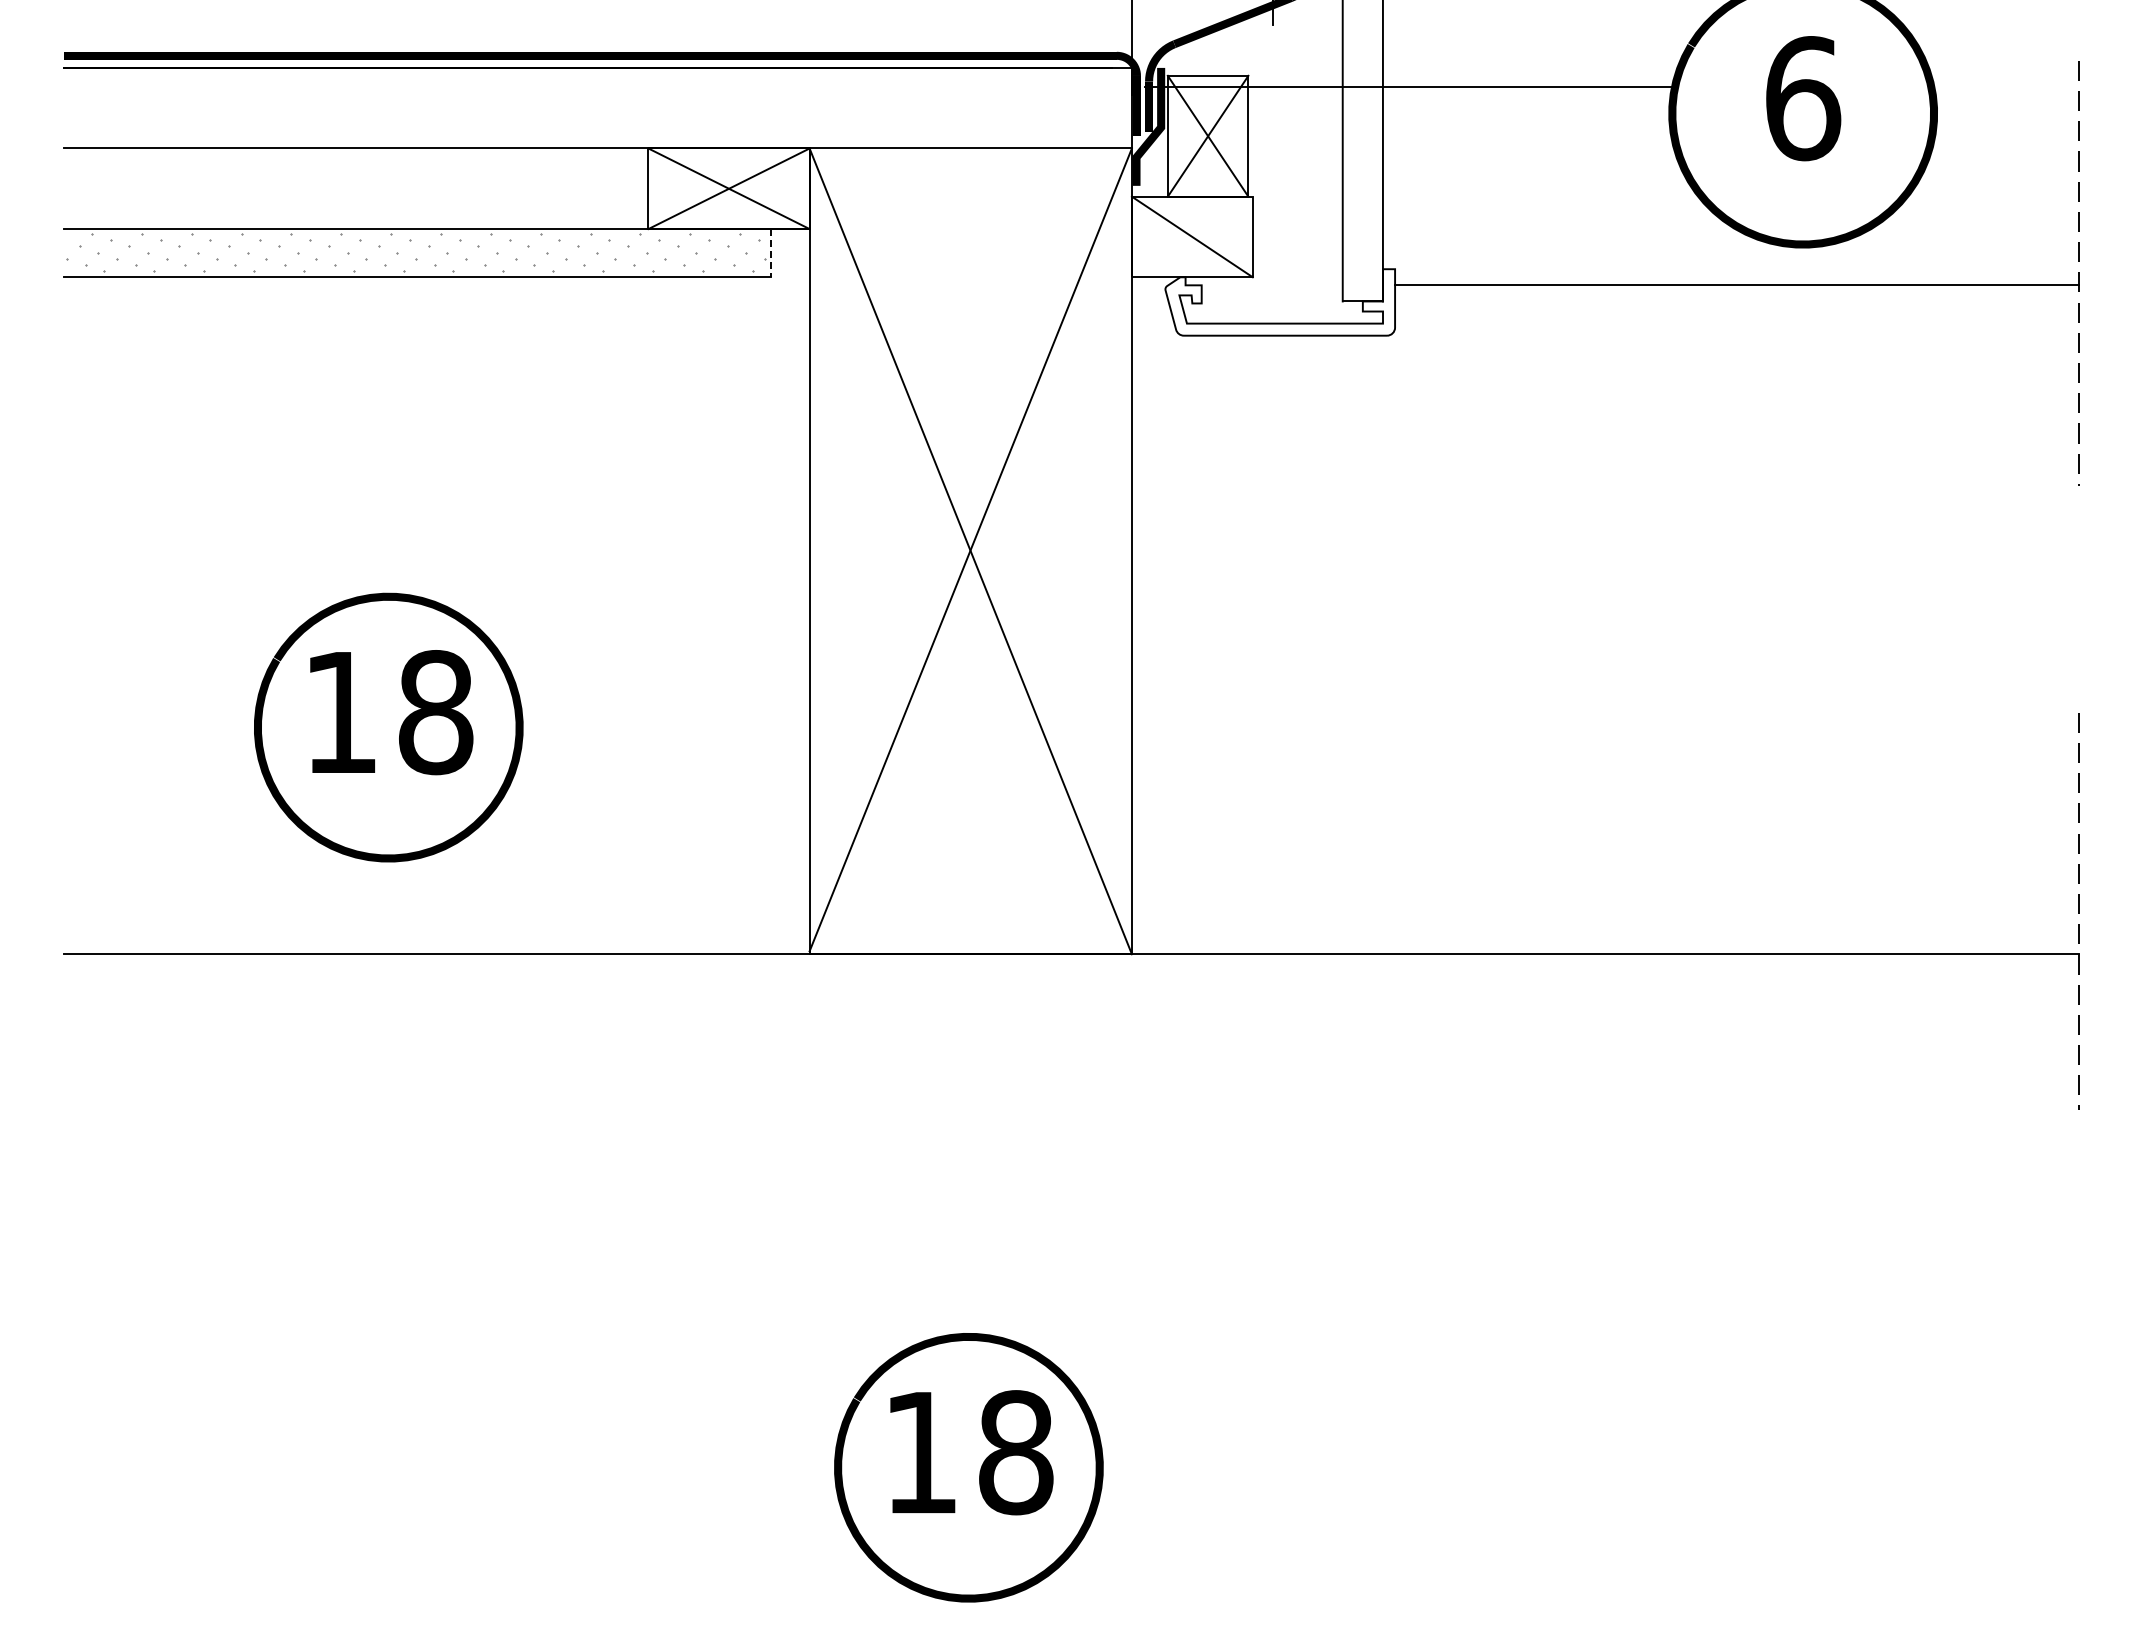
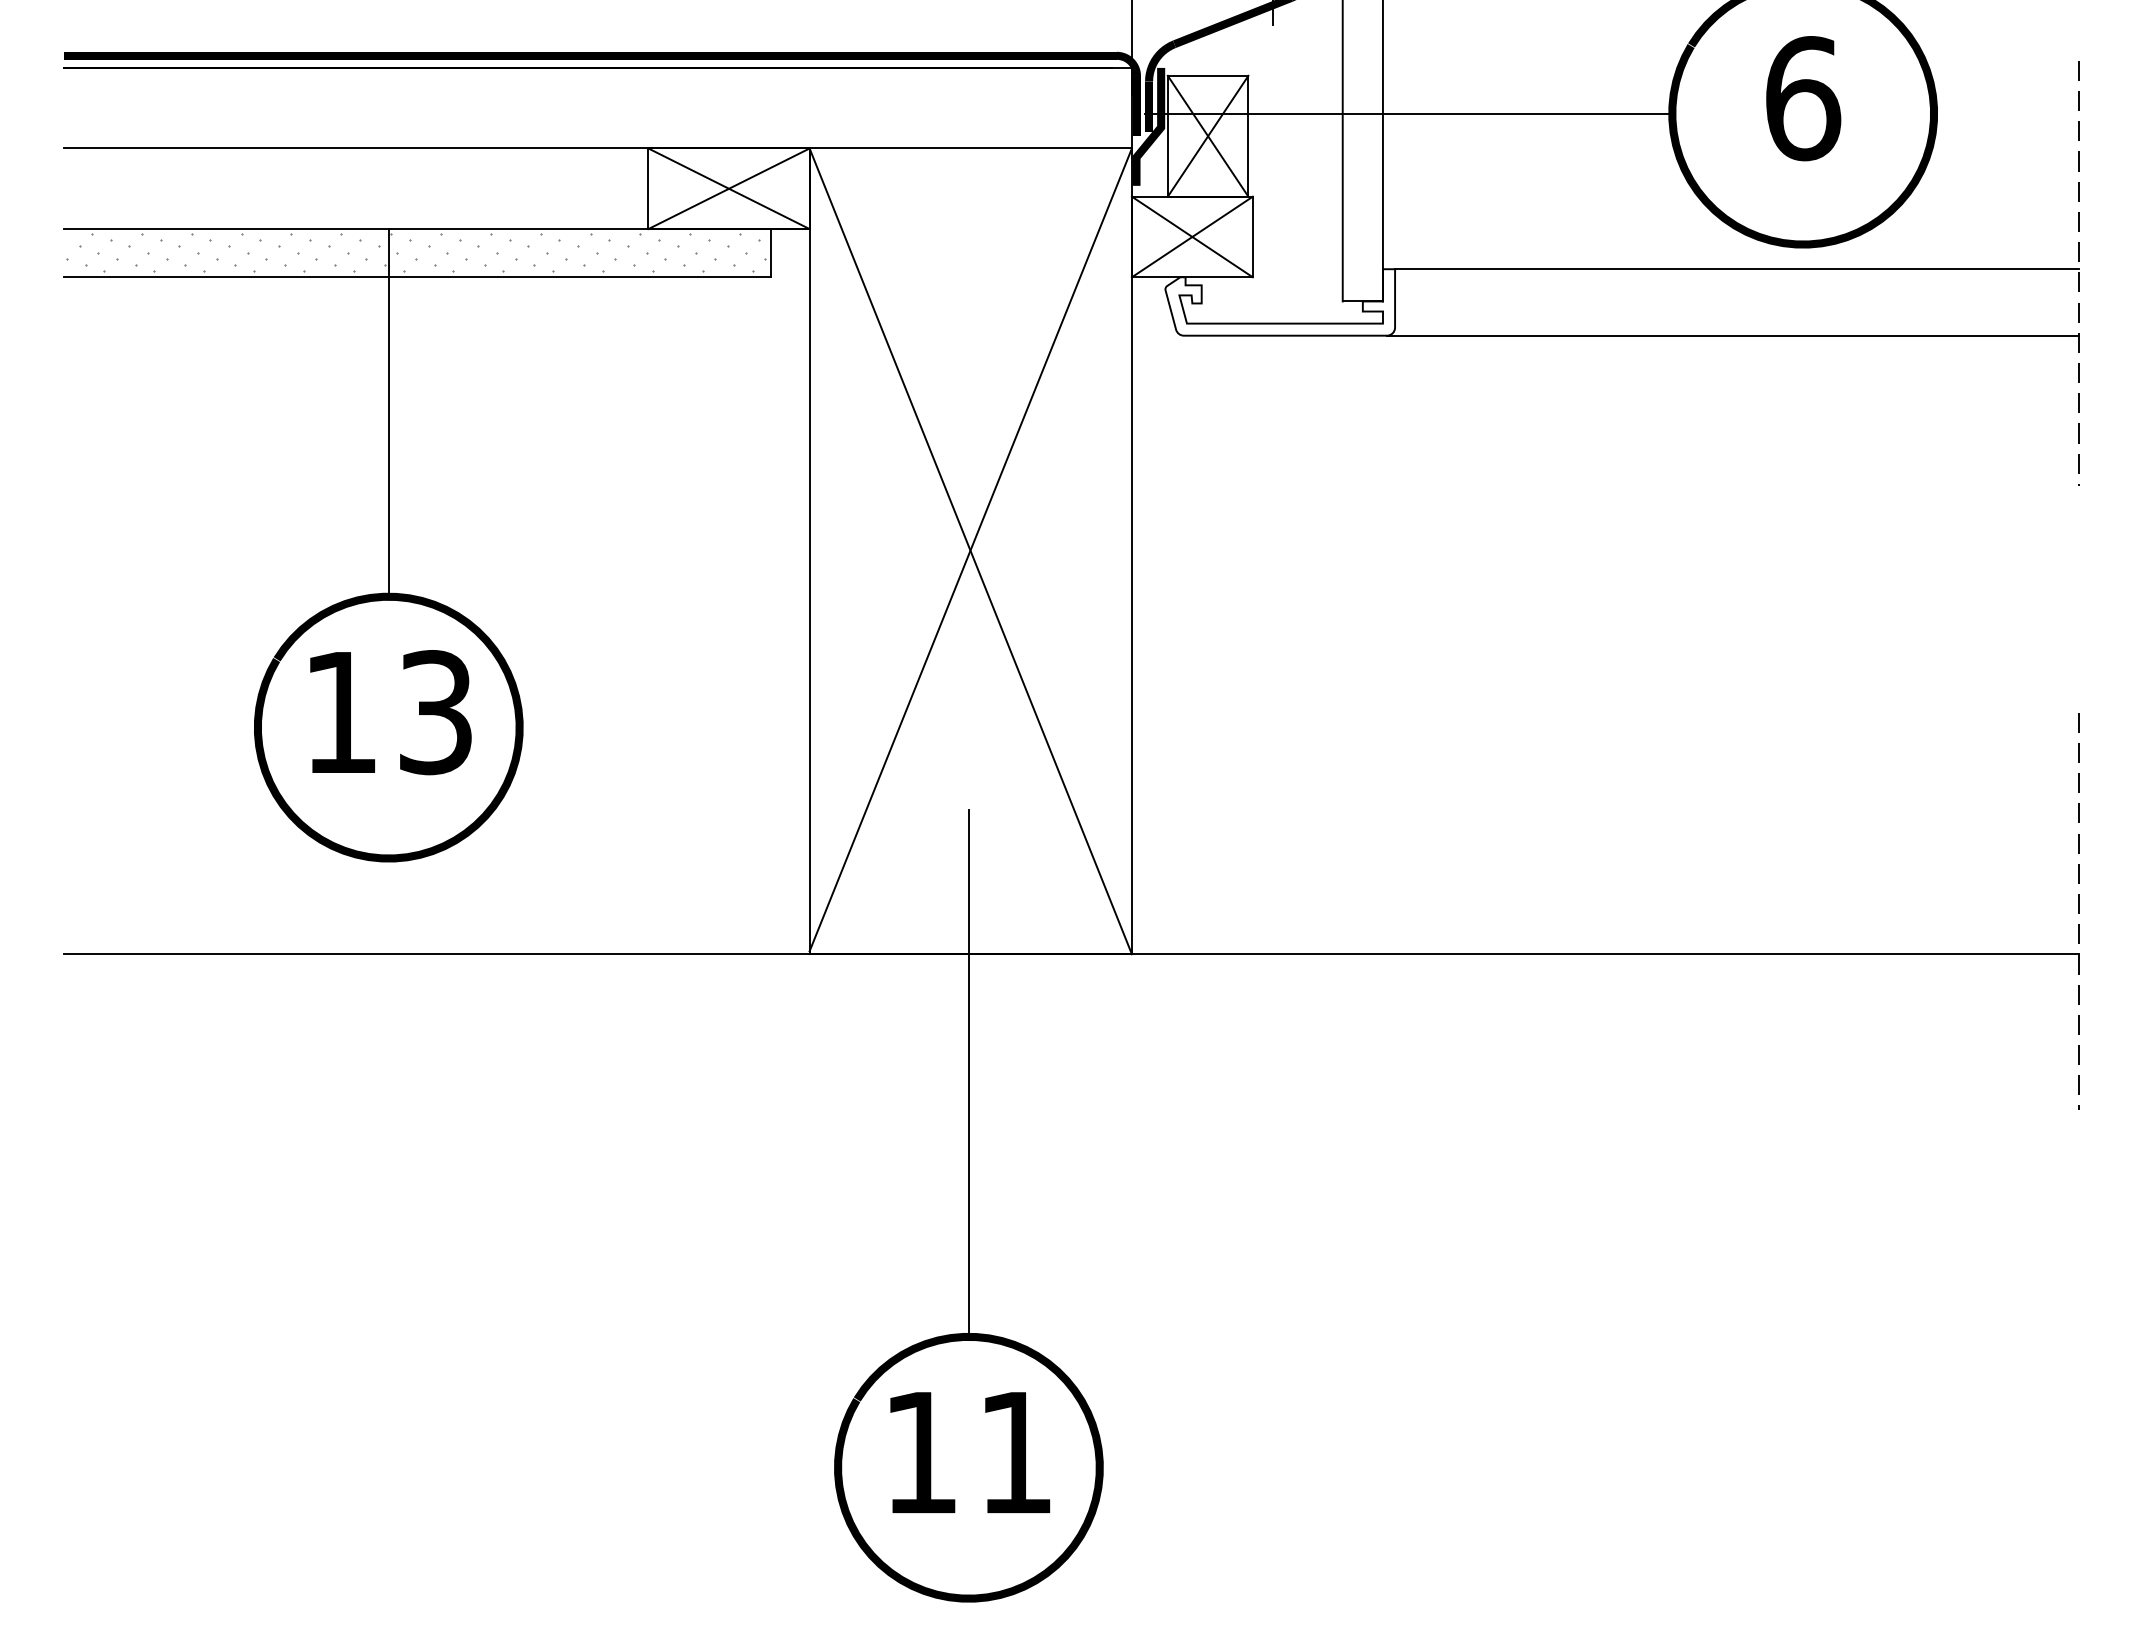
line at (1408, 86) position: (1408, 86) -> (1408, 113)
line at (1191, 236): none -> present
line at (770, 253): dashed -> solid
line at (1736, 285) position: (1736, 285) -> (1736, 269)
line at (1732, 335): none -> present
line at (388, 412): none -> present
text at (436, 712): 18 -> 13
line at (968, 1072): none -> present
text at (1016, 1452): 18 -> 11
